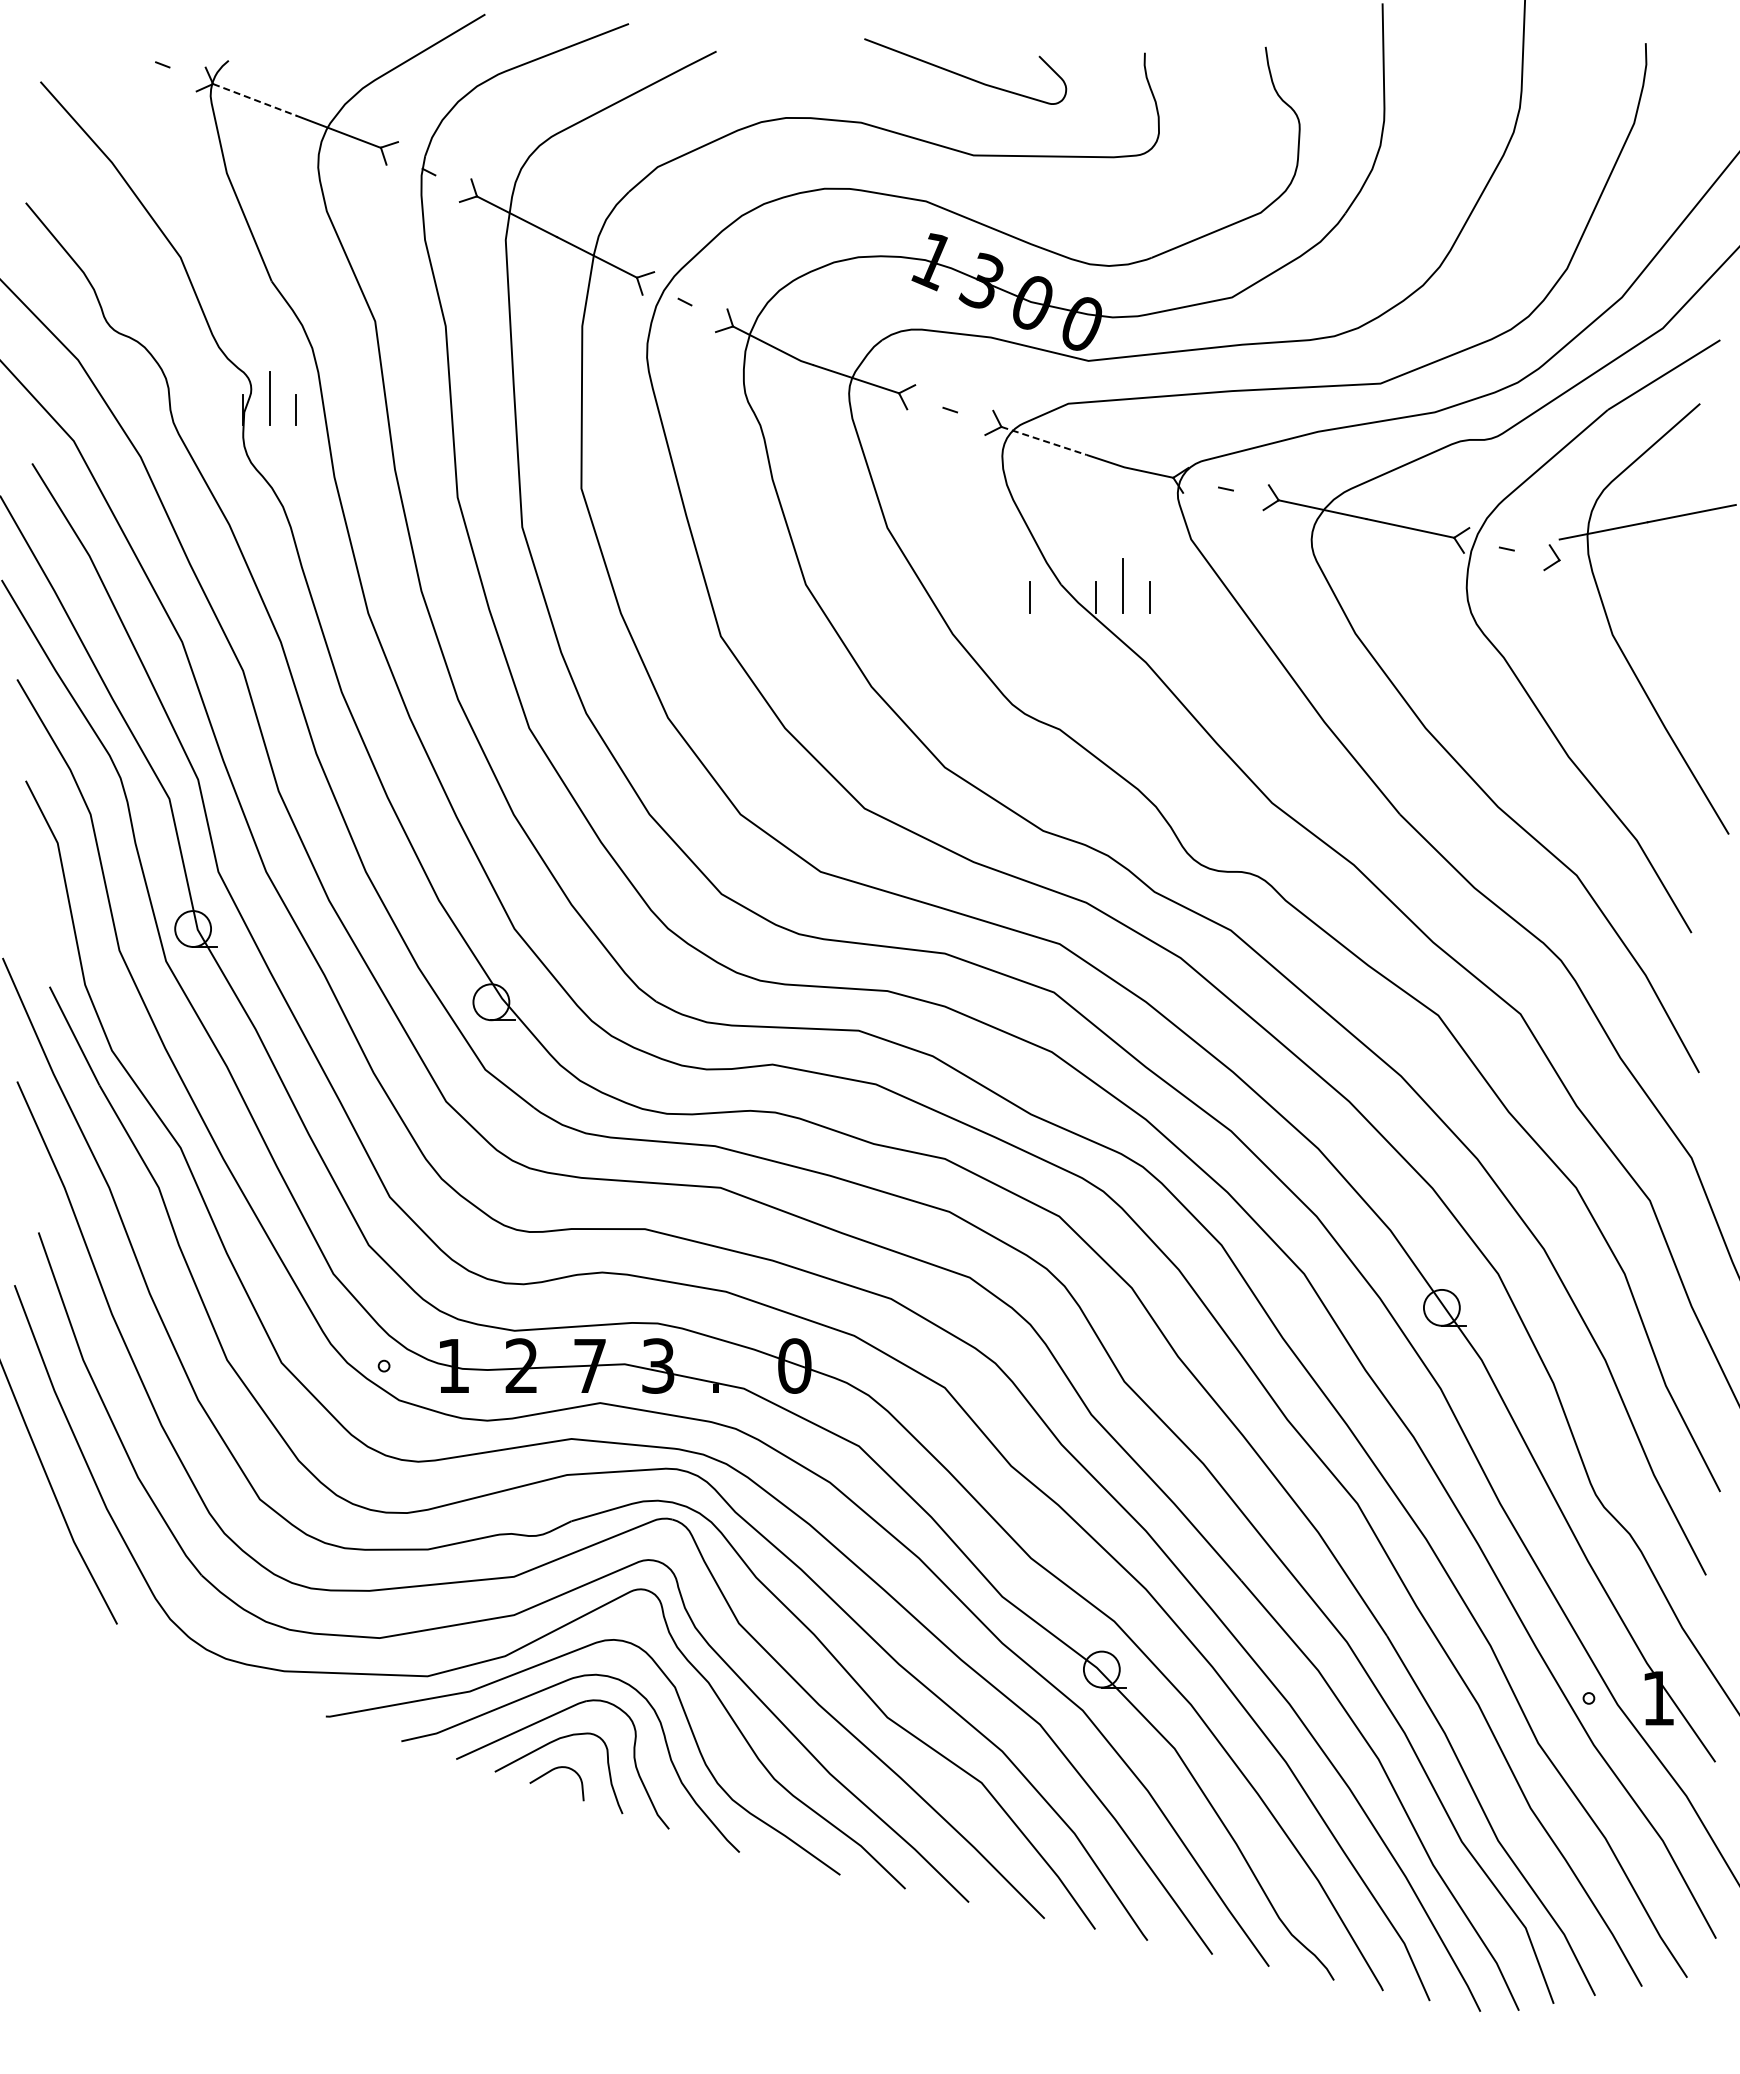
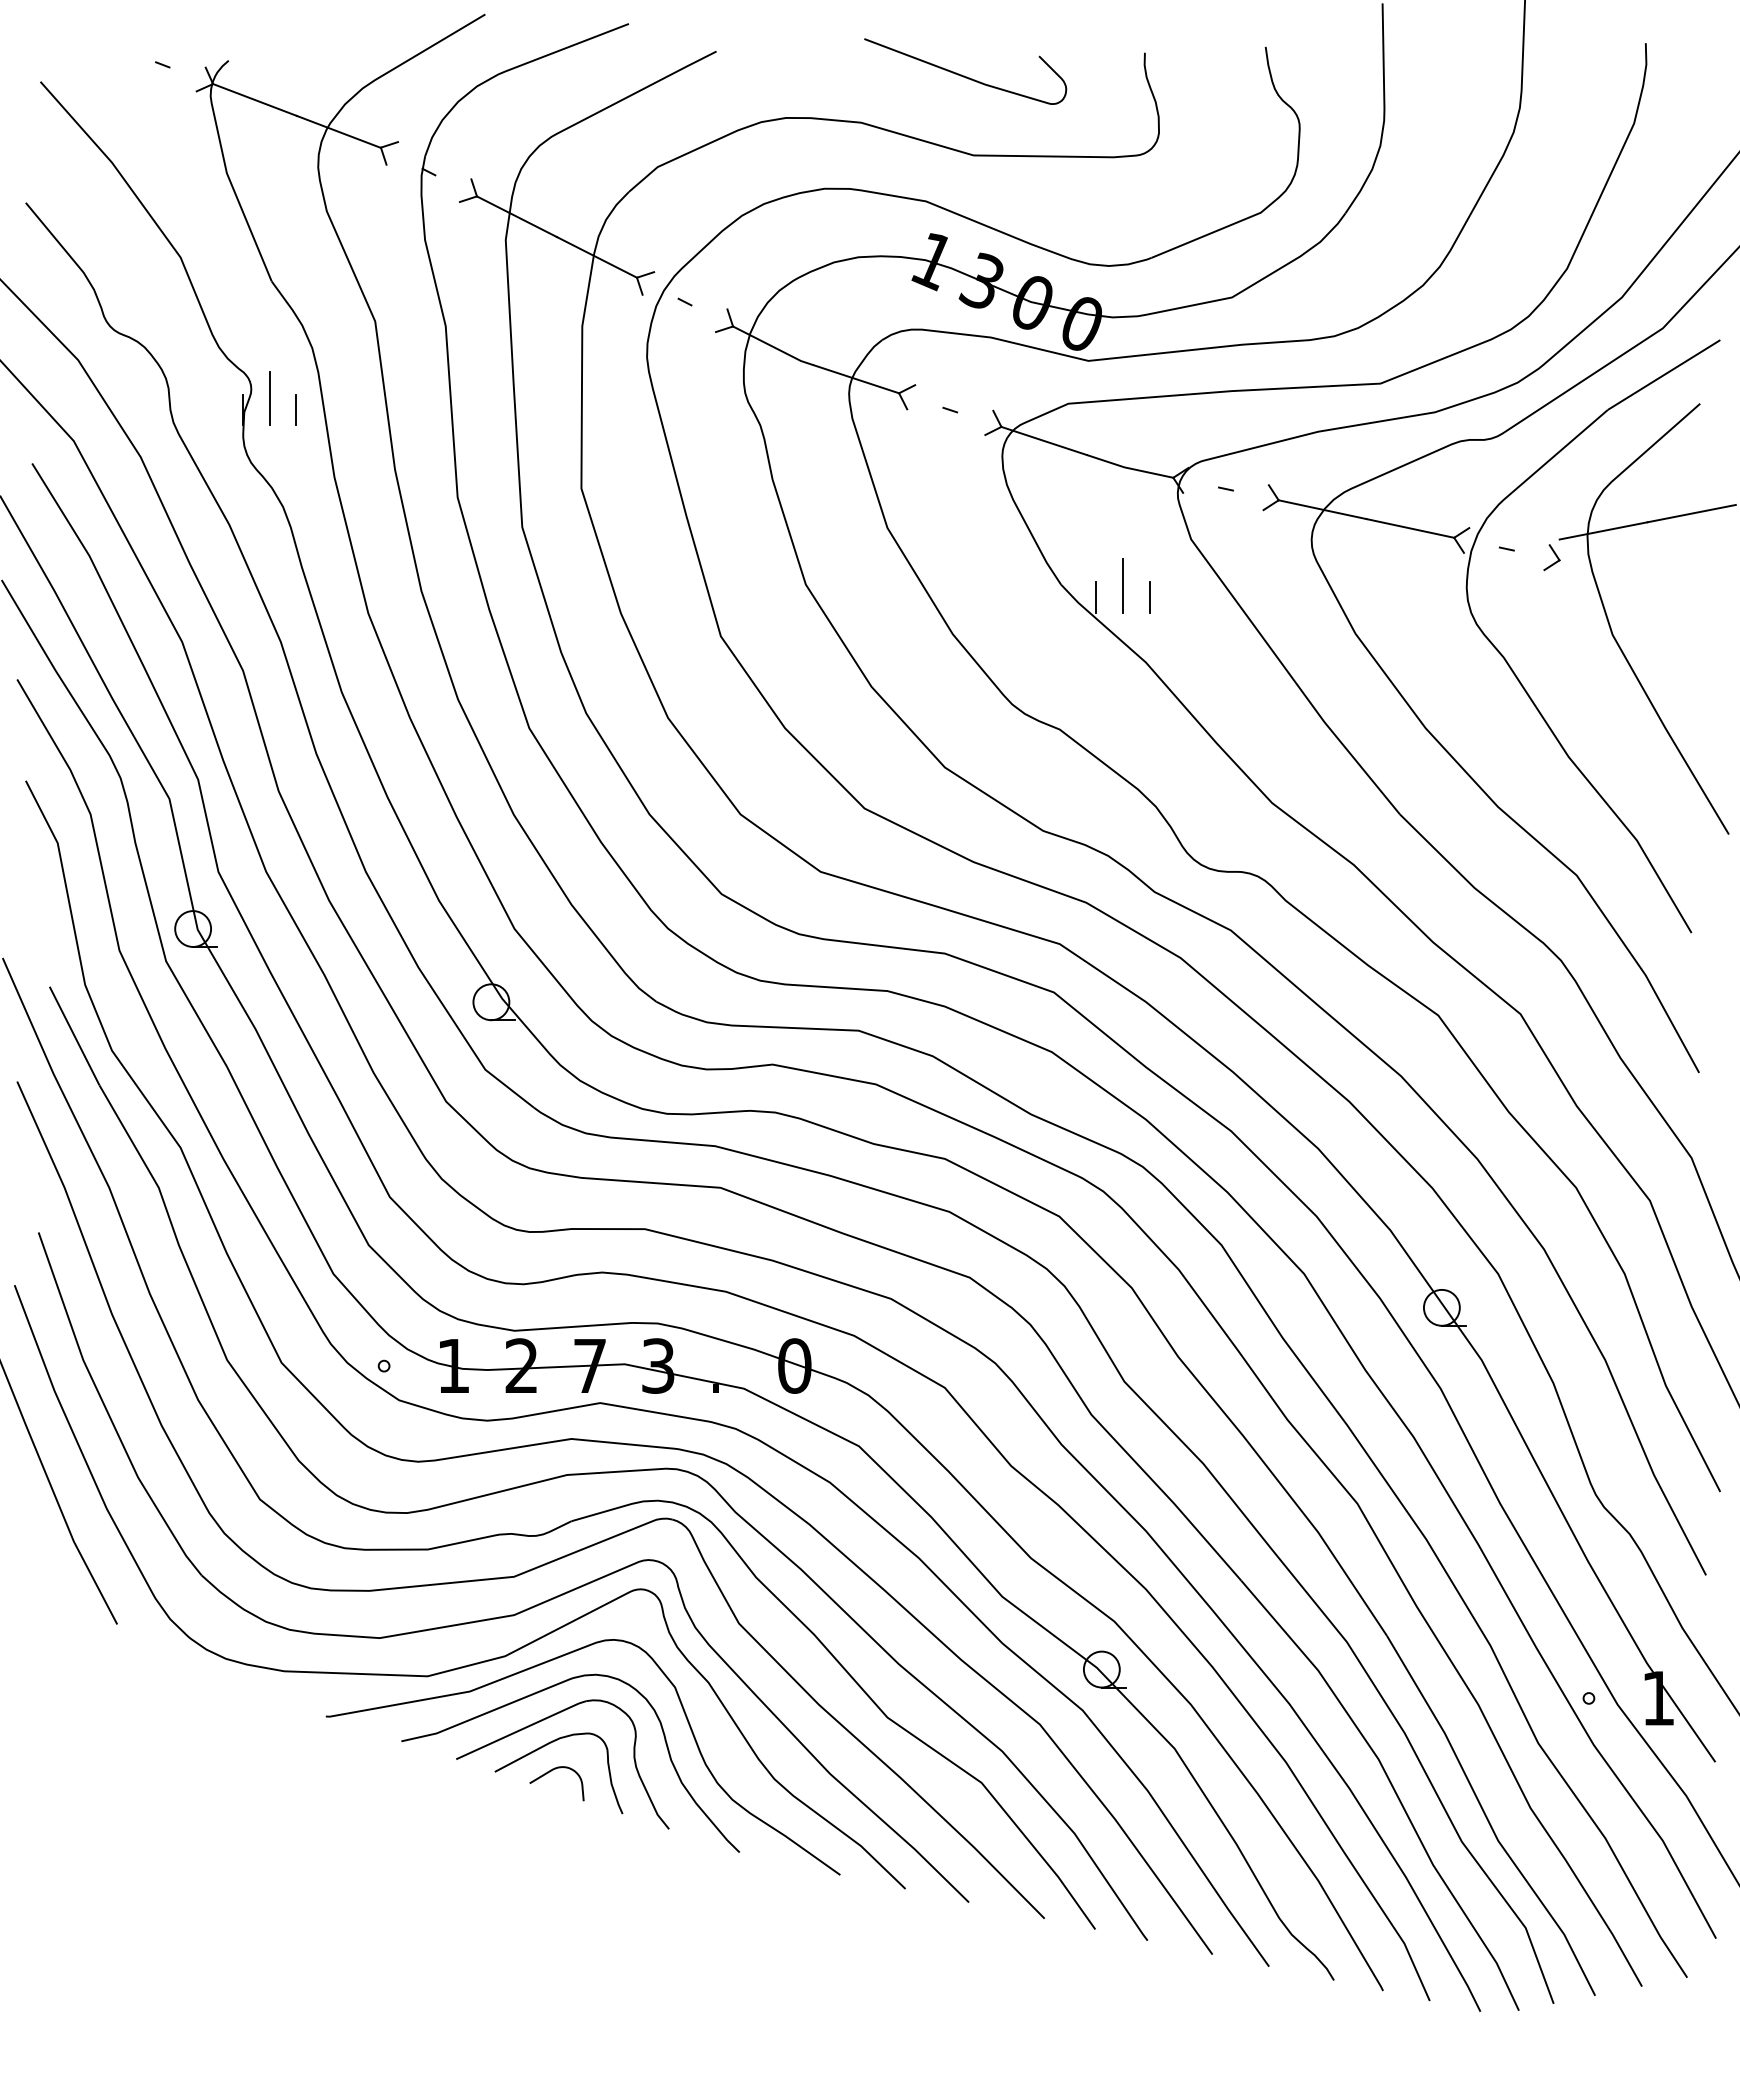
line at (255, 100): dashed -> solid
line at (1044, 440): dashed -> solid
line at (1029, 597): present -> none
